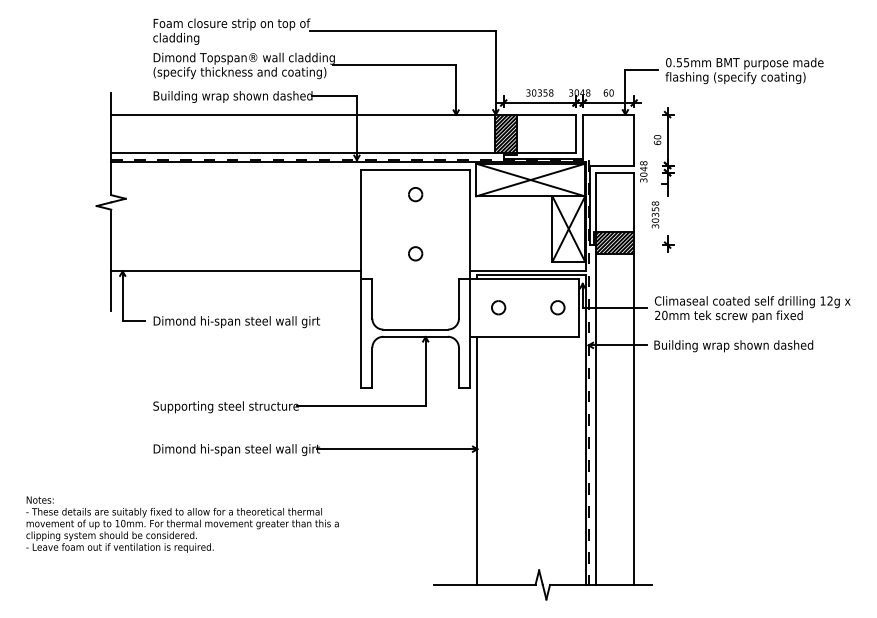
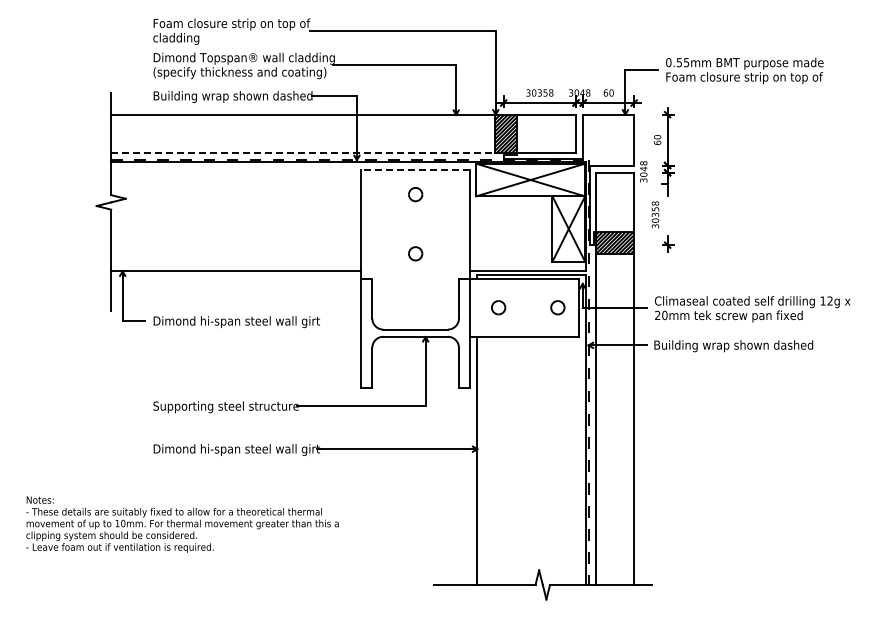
text at (743, 78): flashing (specify coating) -> Foam closure strip on top of
line at (303, 153): solid -> dashed
line at (415, 169): solid -> dashed
